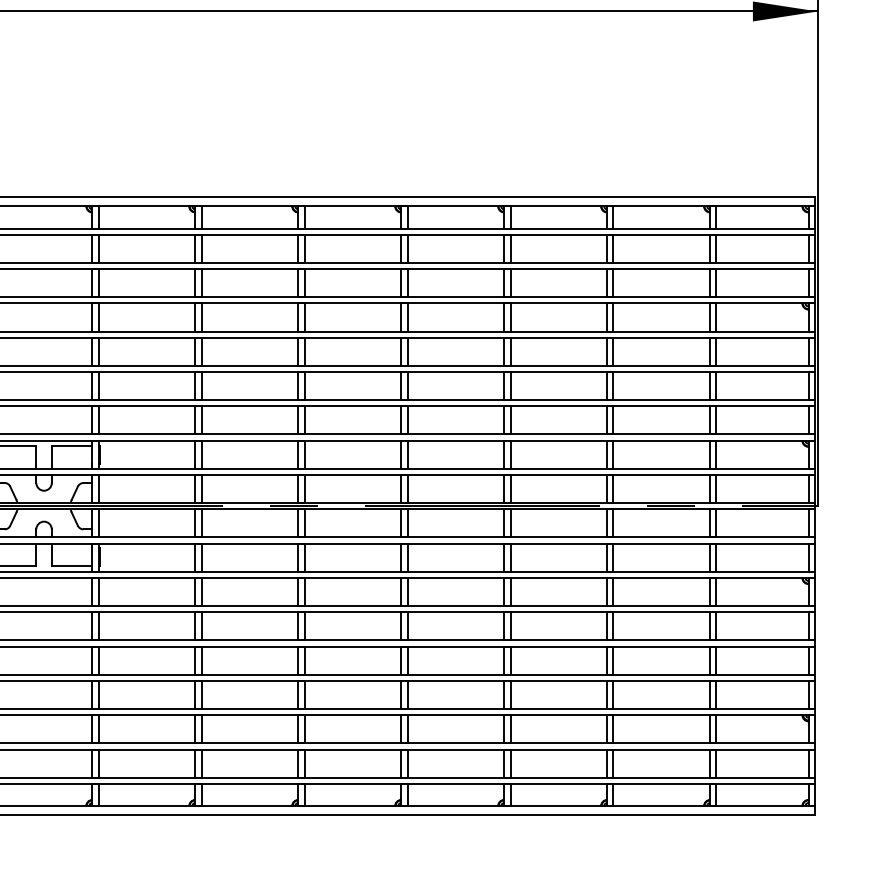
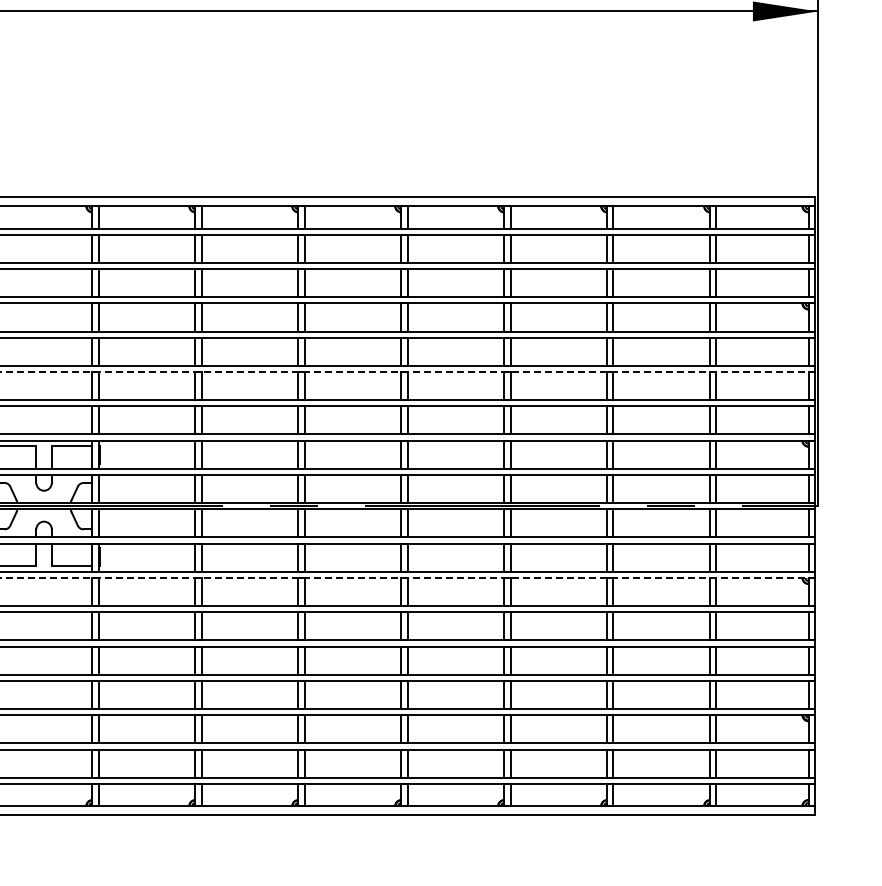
line at (407, 372): solid -> dashed
line at (407, 577): solid -> dashed
